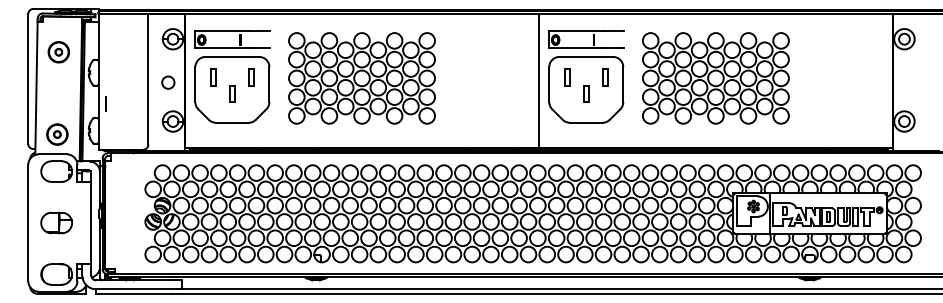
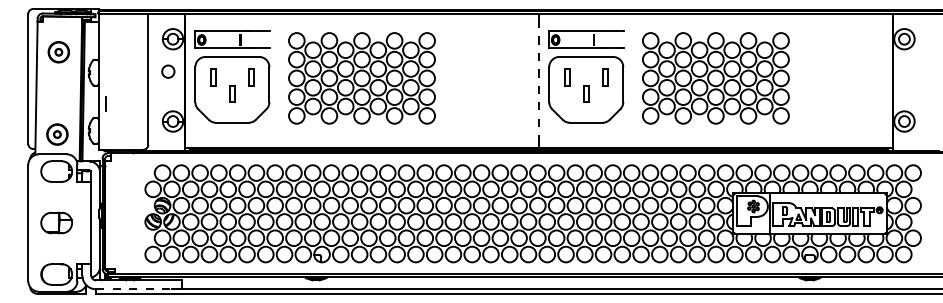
line at (538, 80): solid -> dashed
circle at (168, 82) position: (168, 82) -> (168, 71)
line at (133, 289): solid -> dashed
